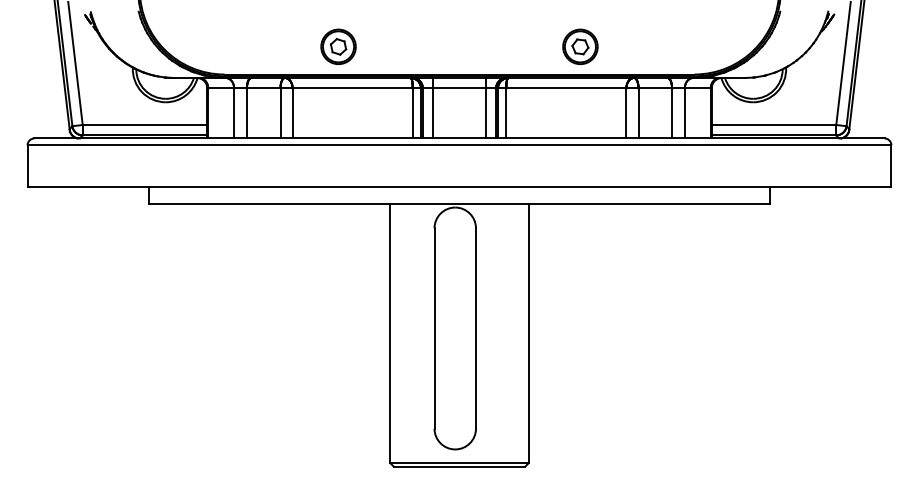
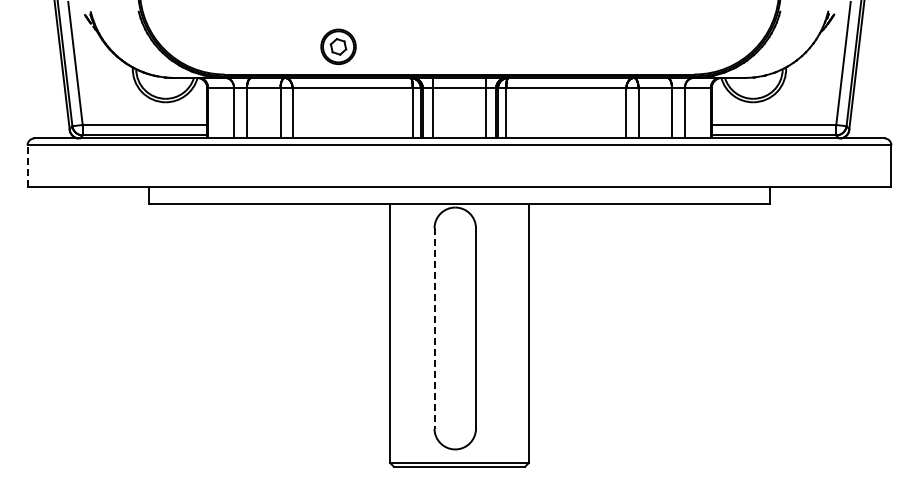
part at (580, 46): present -> none
line at (27, 166): solid -> dashed
line at (434, 329): solid -> dashed
